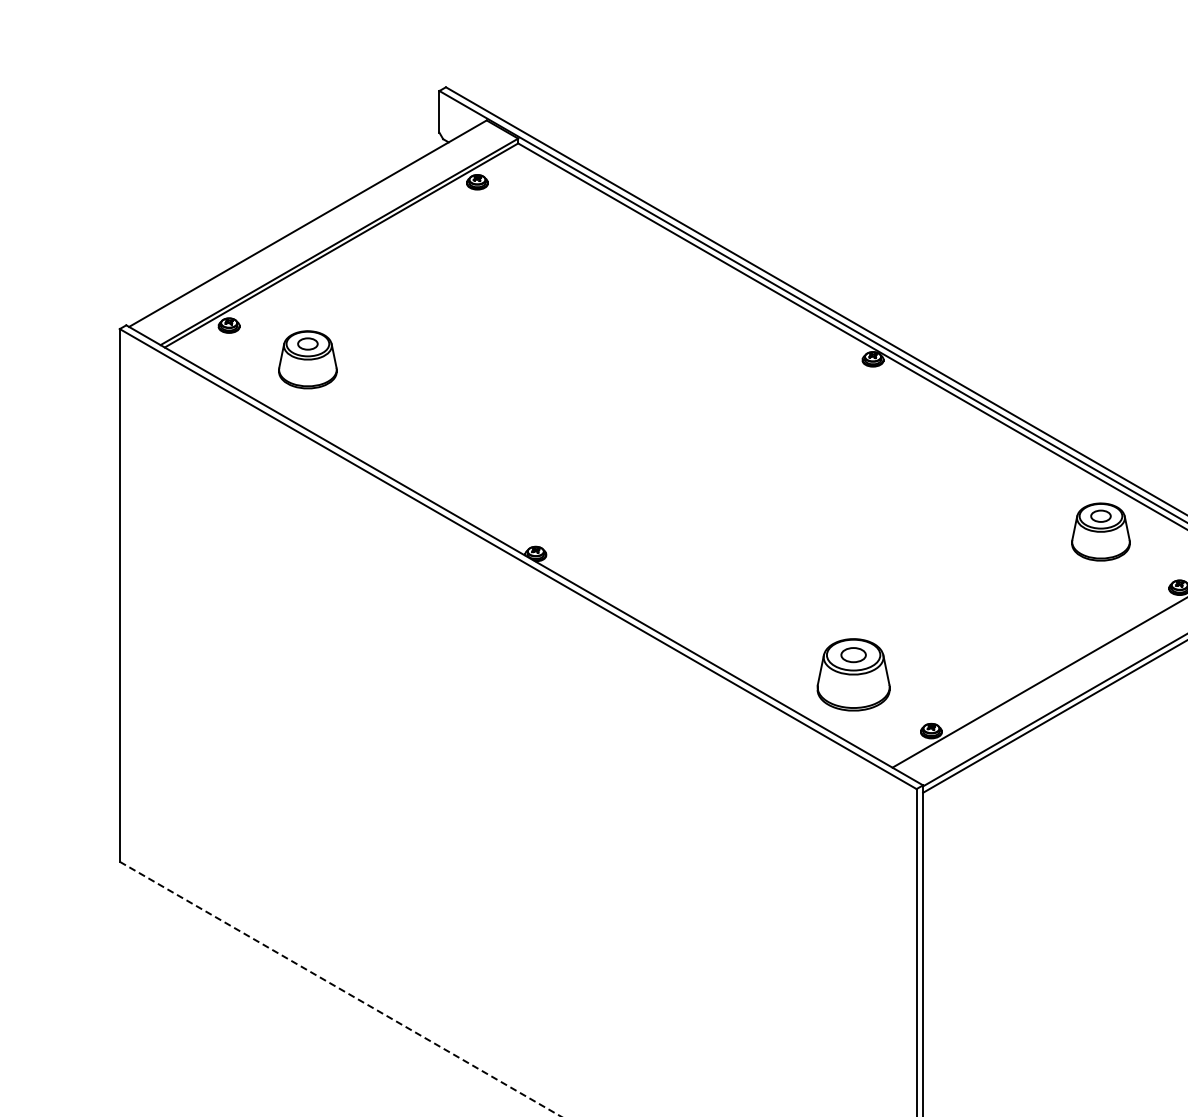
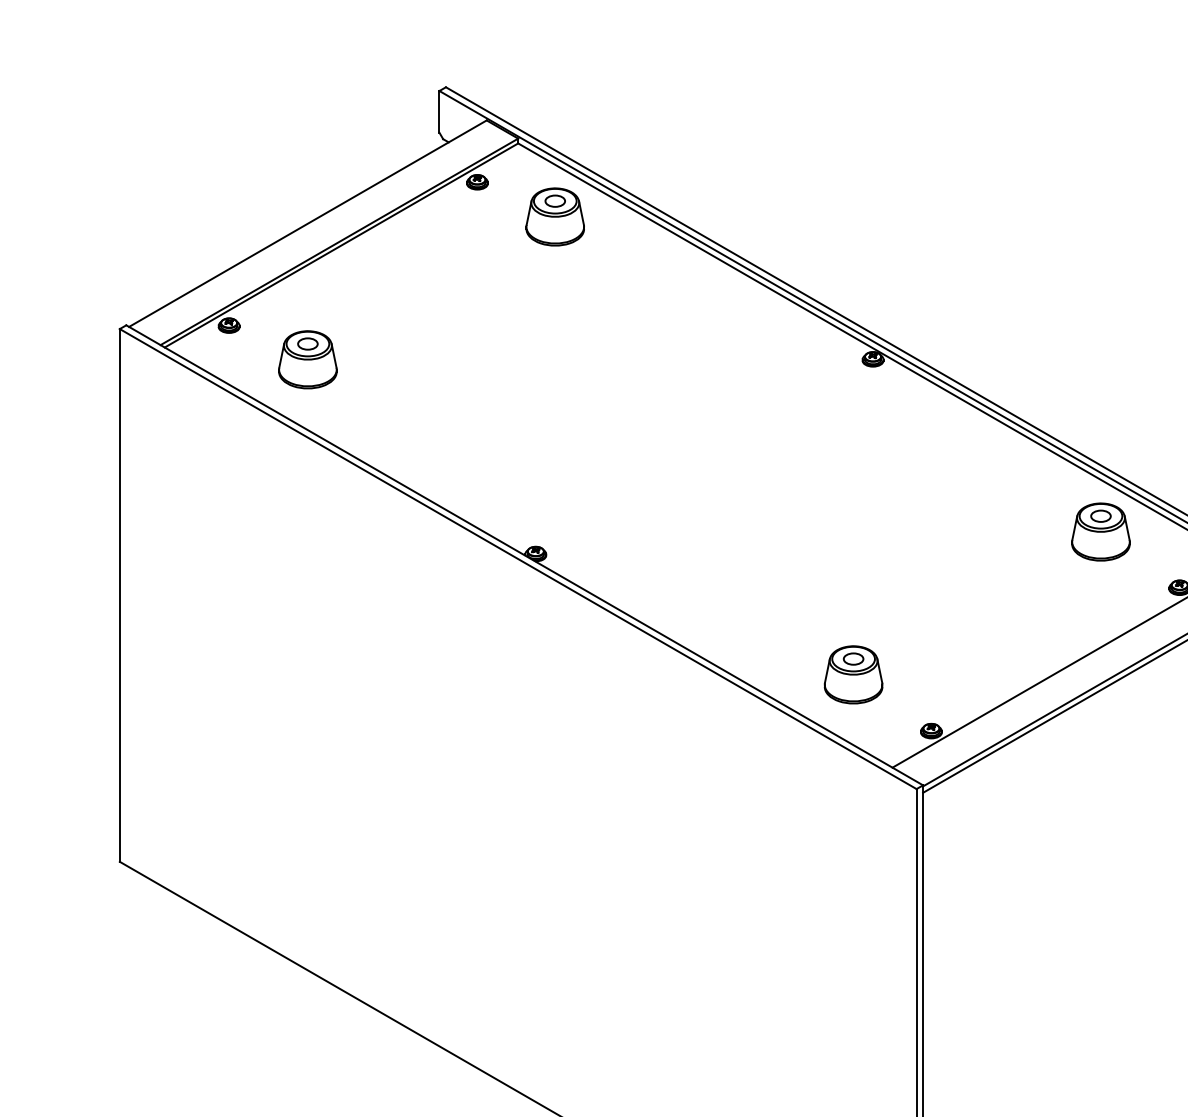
part at (554, 216): none -> present
part at (853, 674) size: 75x74 px -> 61x60 px
line at (340, 989): dashed -> solid
